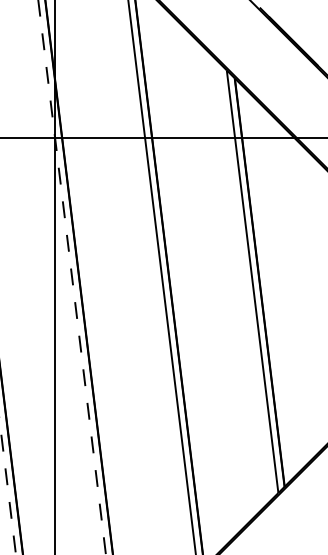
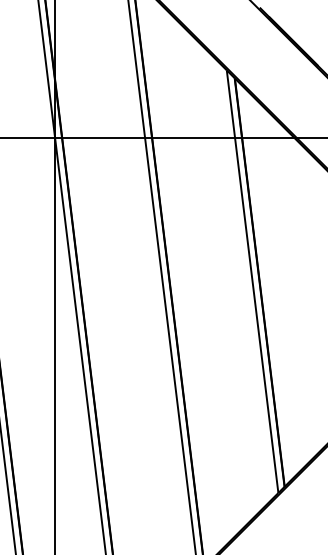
line at (72, 277): dashed -> solid
line at (8, 489): dashed -> solid
